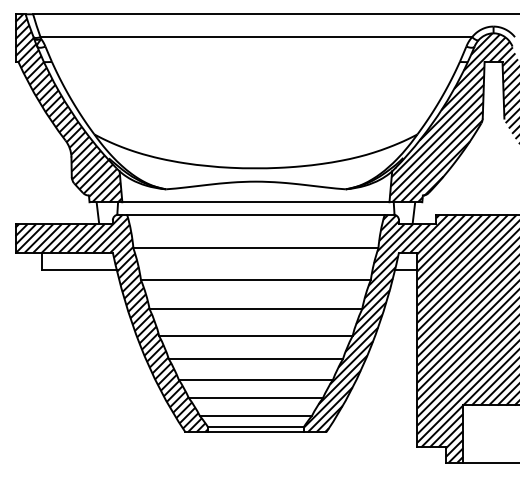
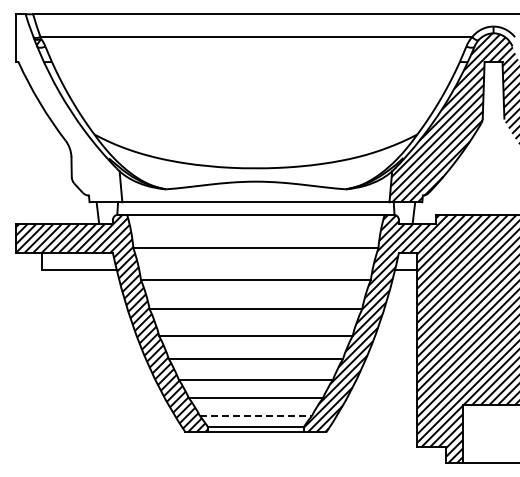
hatch at (68, 108): present -> none
line at (256, 415): solid -> dashed
